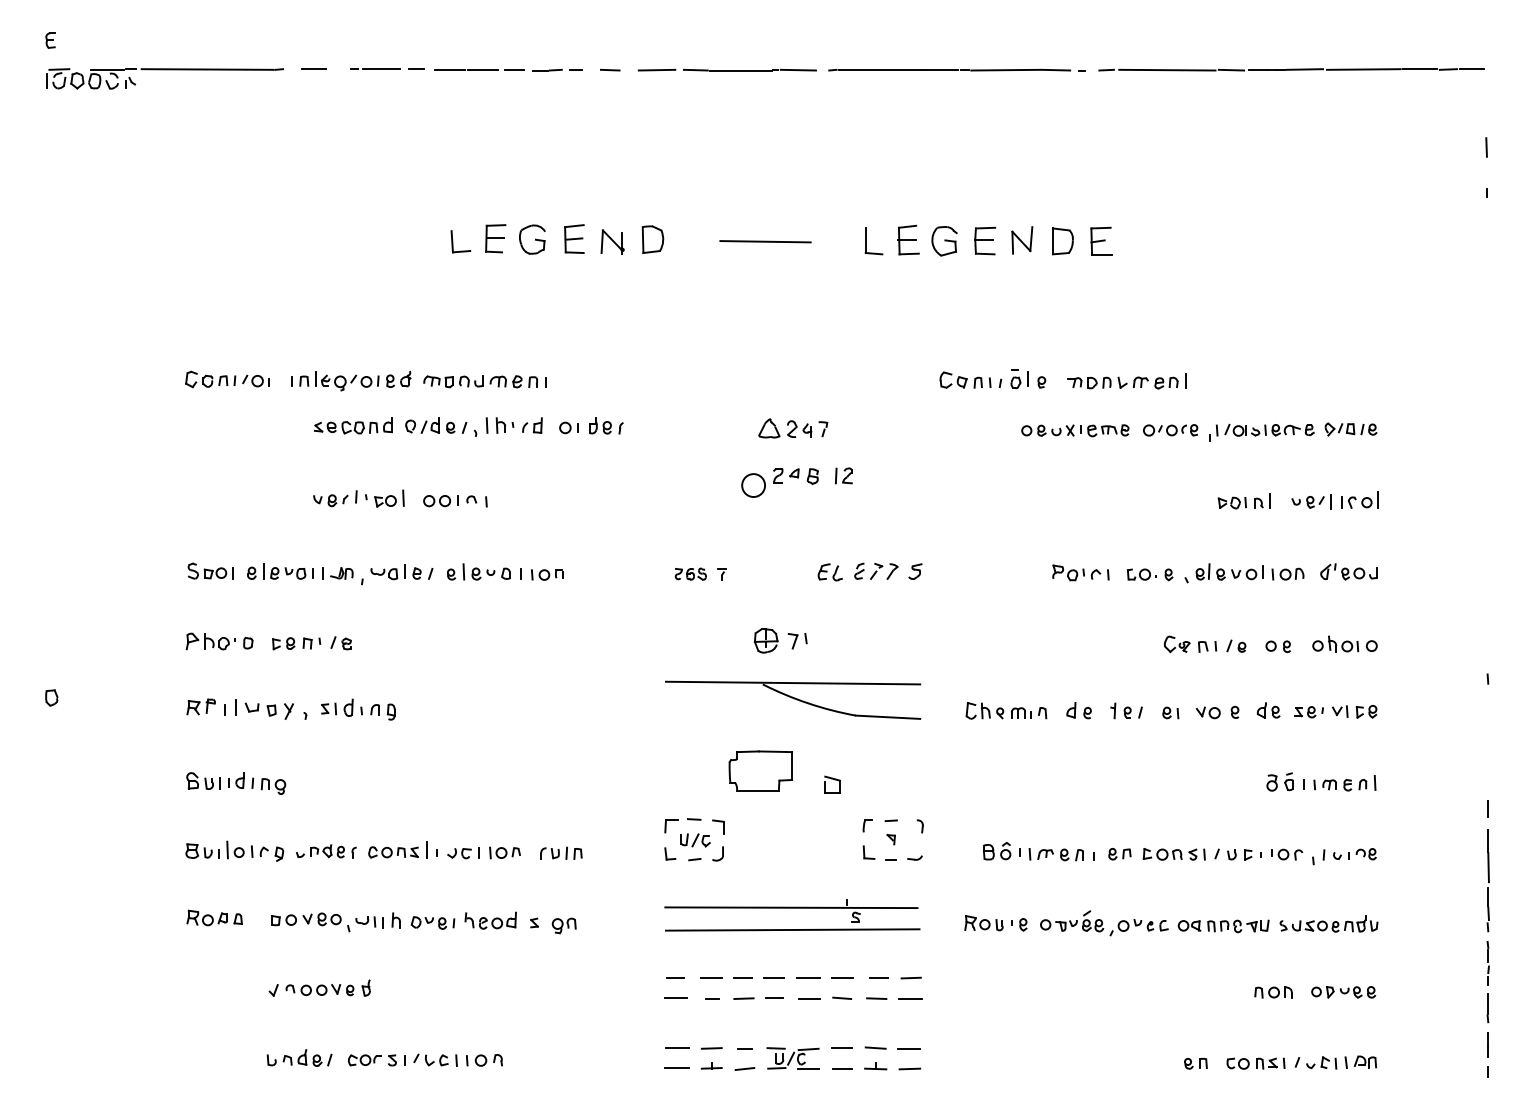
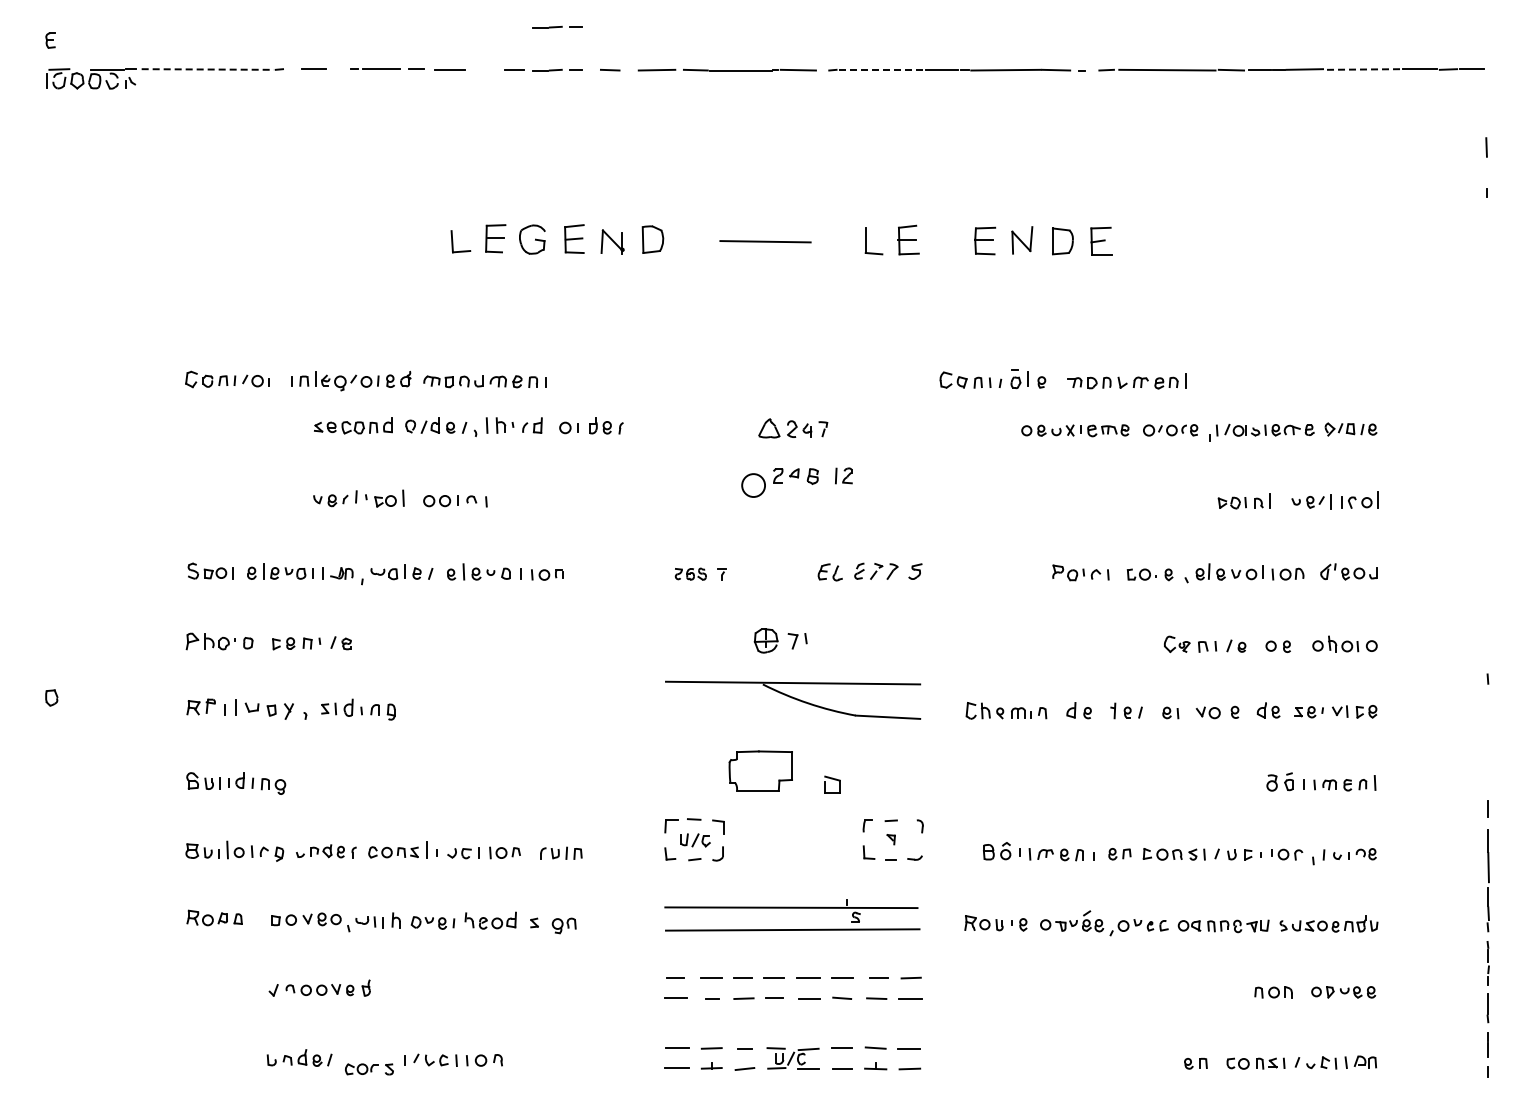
line at (557, 27): none -> present
line at (208, 69): solid -> dashed
line at (482, 69): present -> none
line at (882, 69): solid -> dashed
line at (1363, 69): solid -> dashed
part at (944, 241): present -> none
part at (372, 1060) position: (372, 1060) -> (369, 1069)
